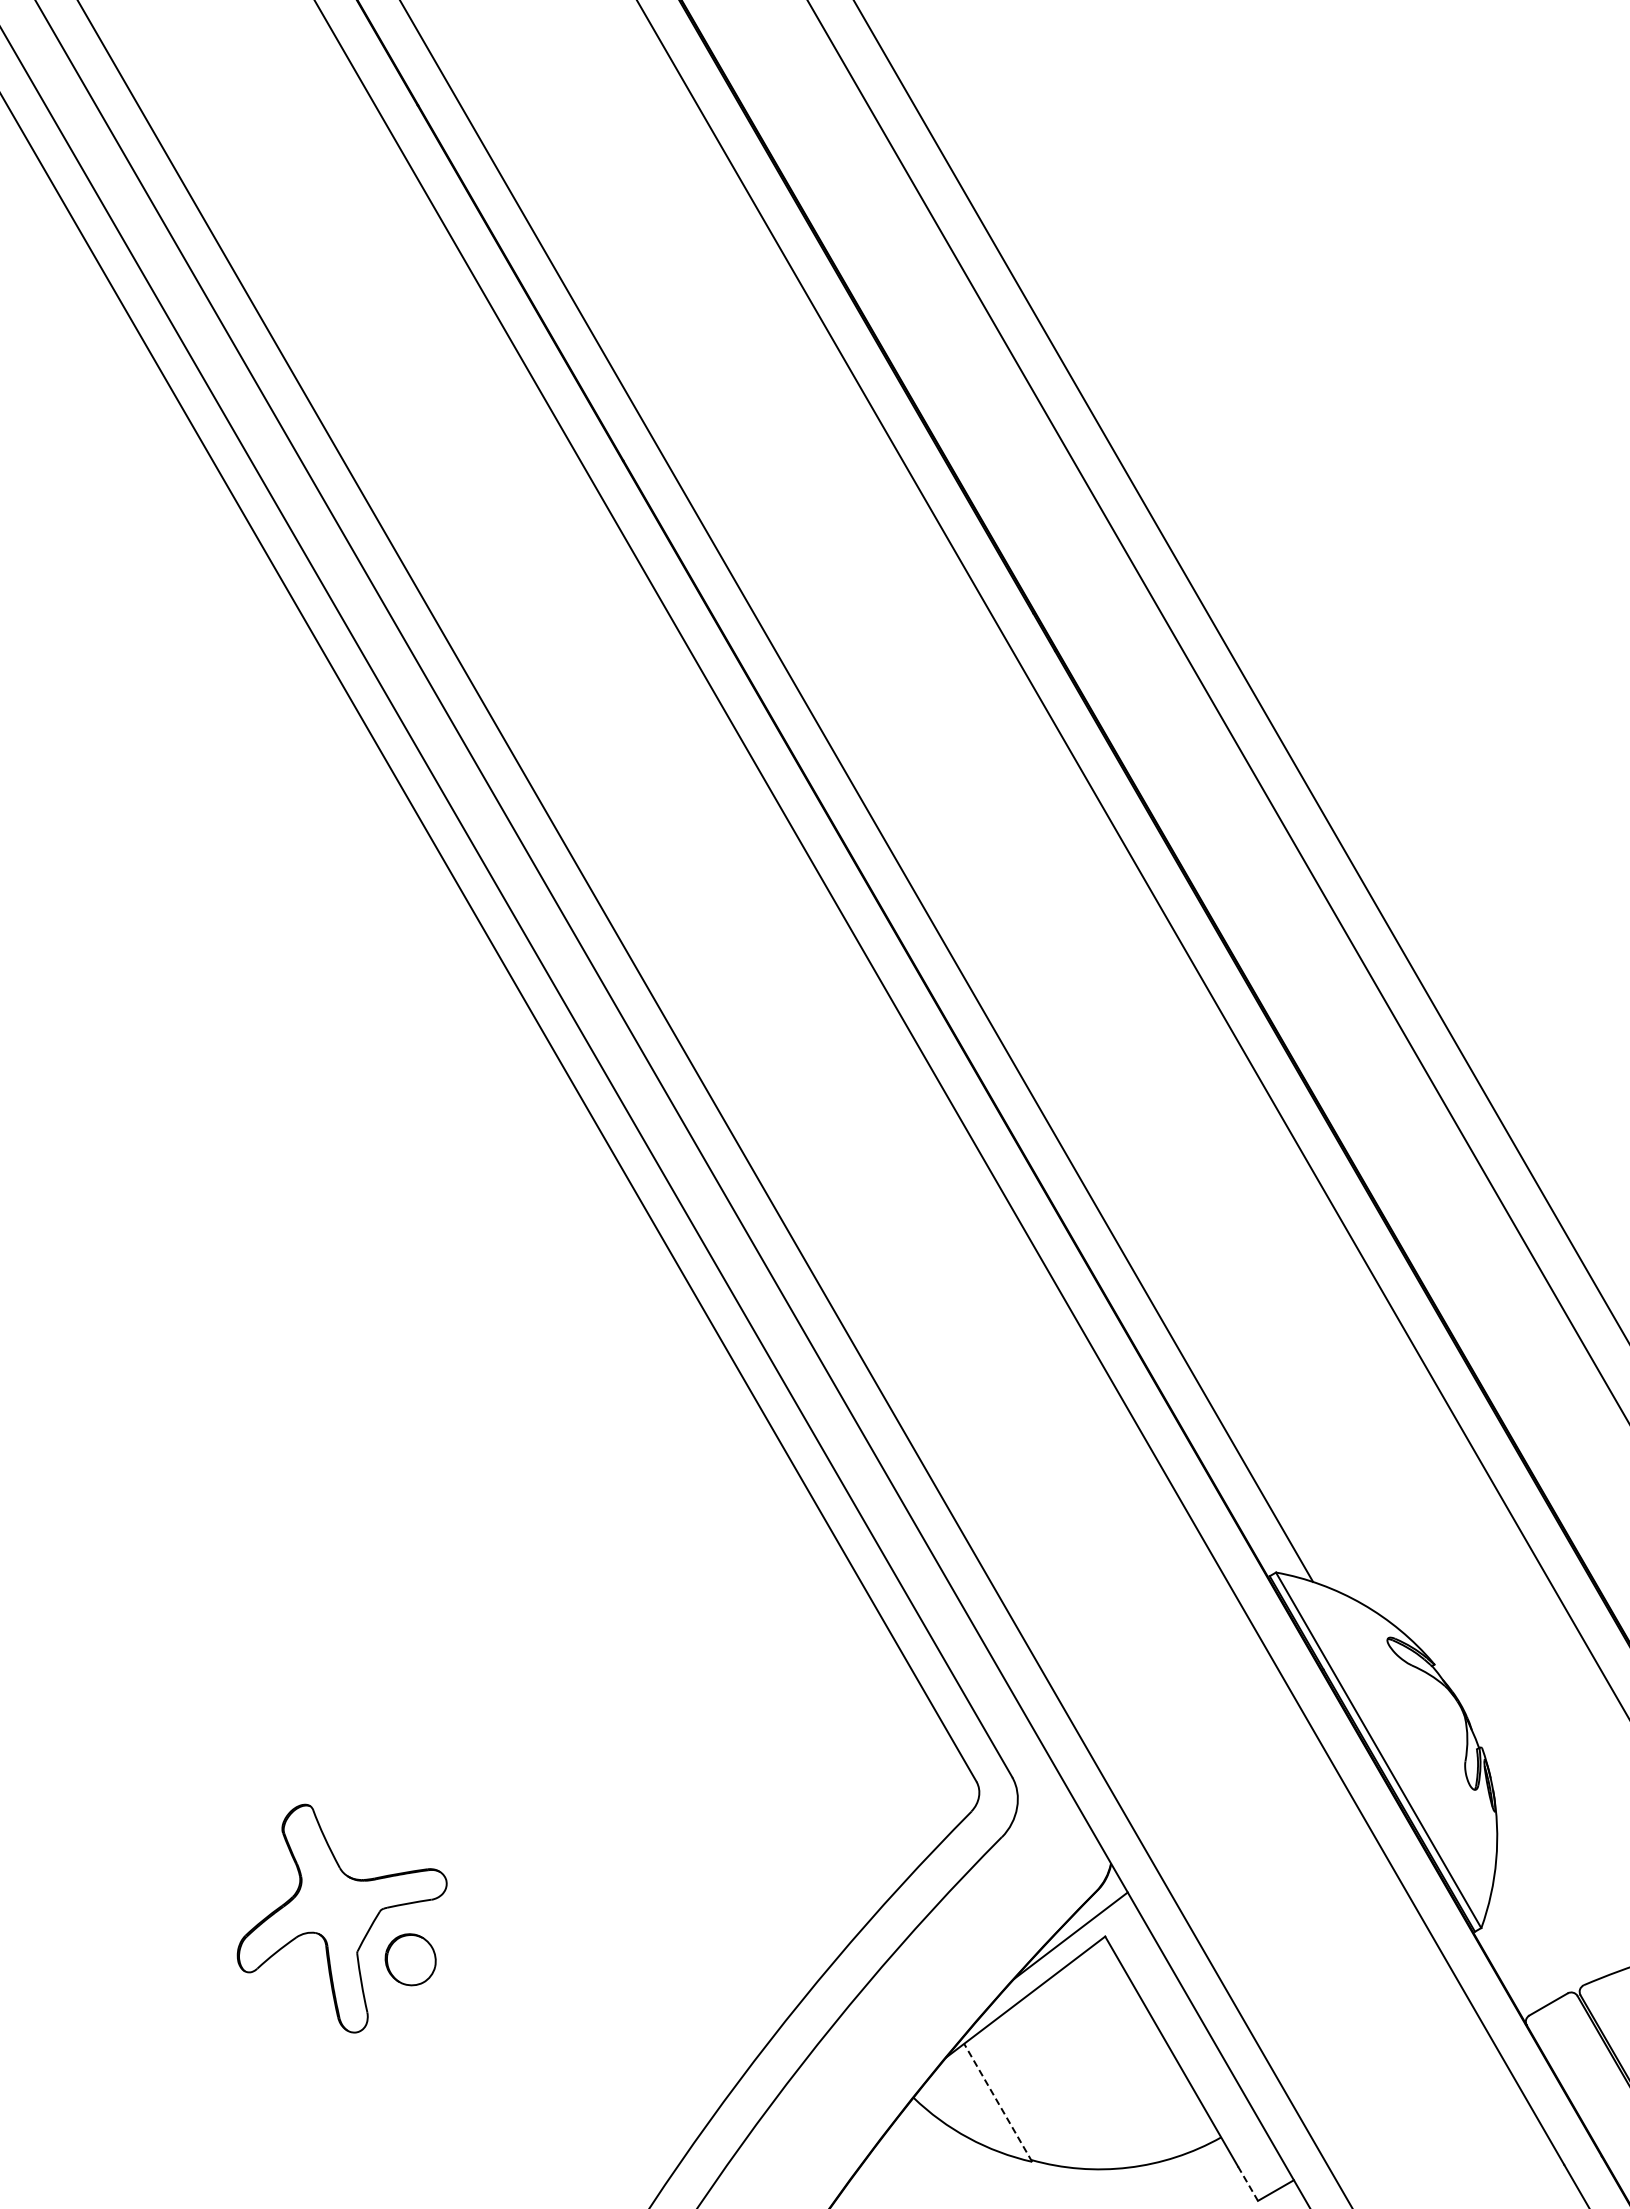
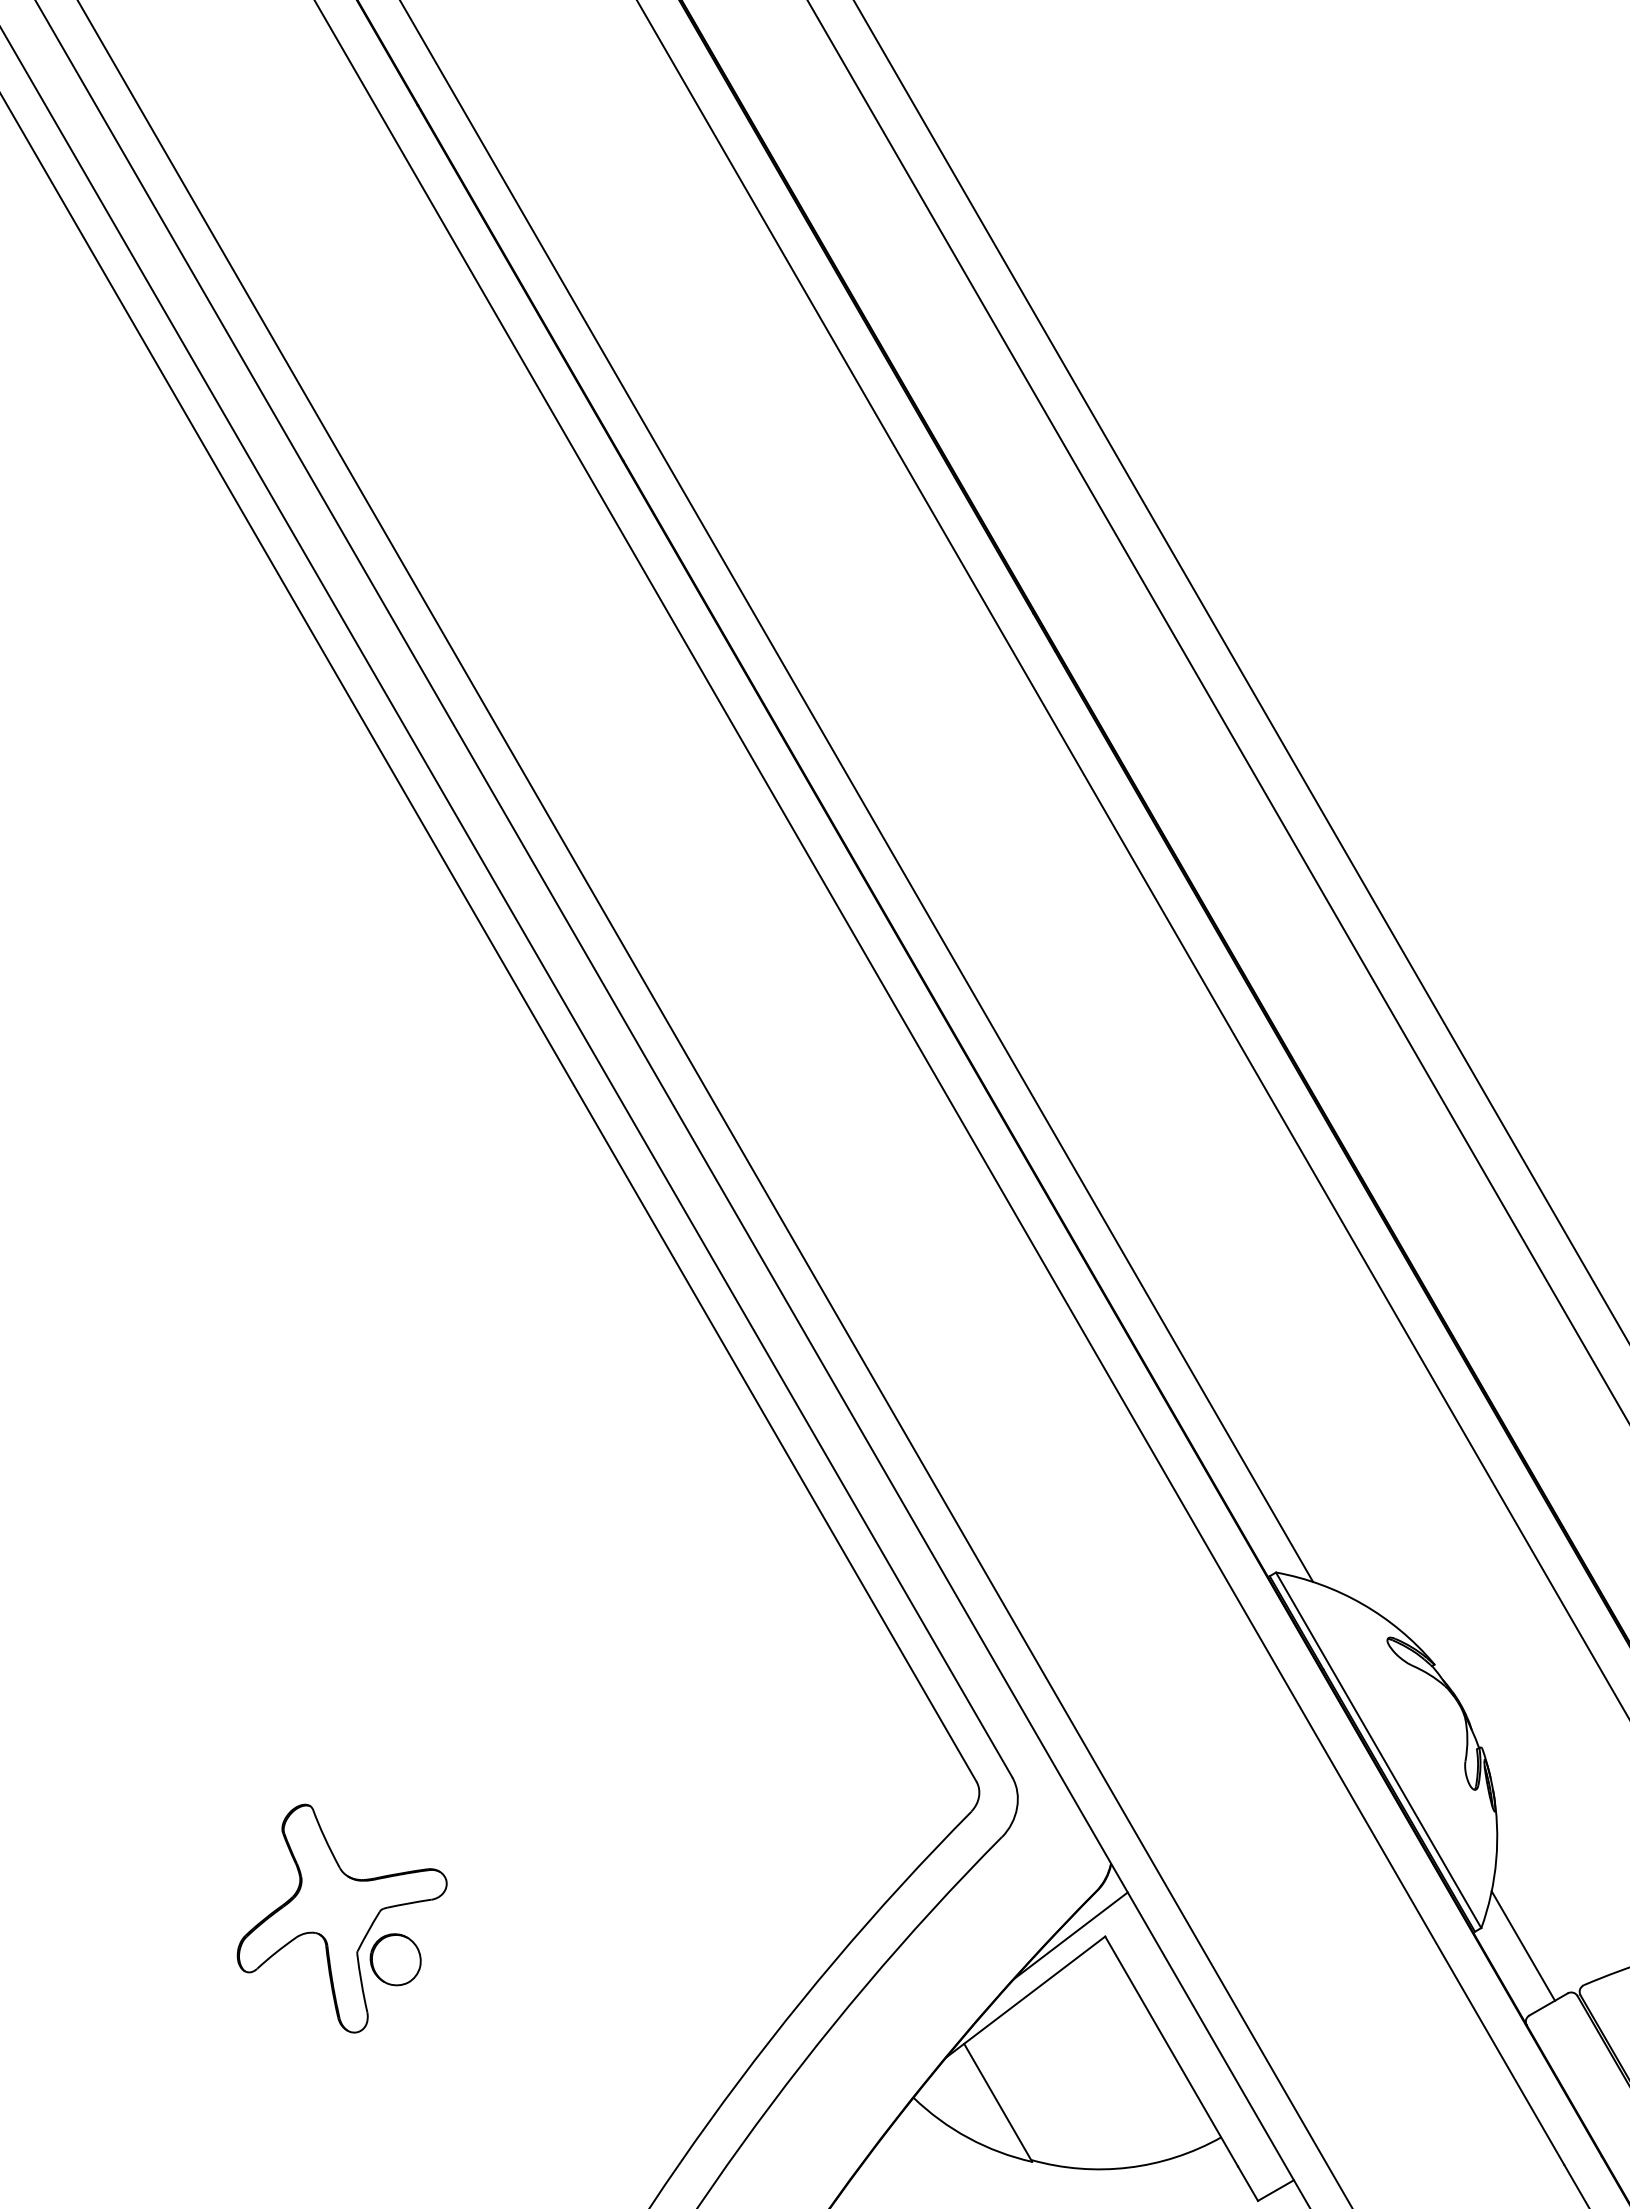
line at (1523, 1945): none -> present
part at (410, 1959) position: (410, 1959) -> (395, 1959)
line at (997, 2102): dashed -> solid
line at (1248, 2183): dashed -> solid
